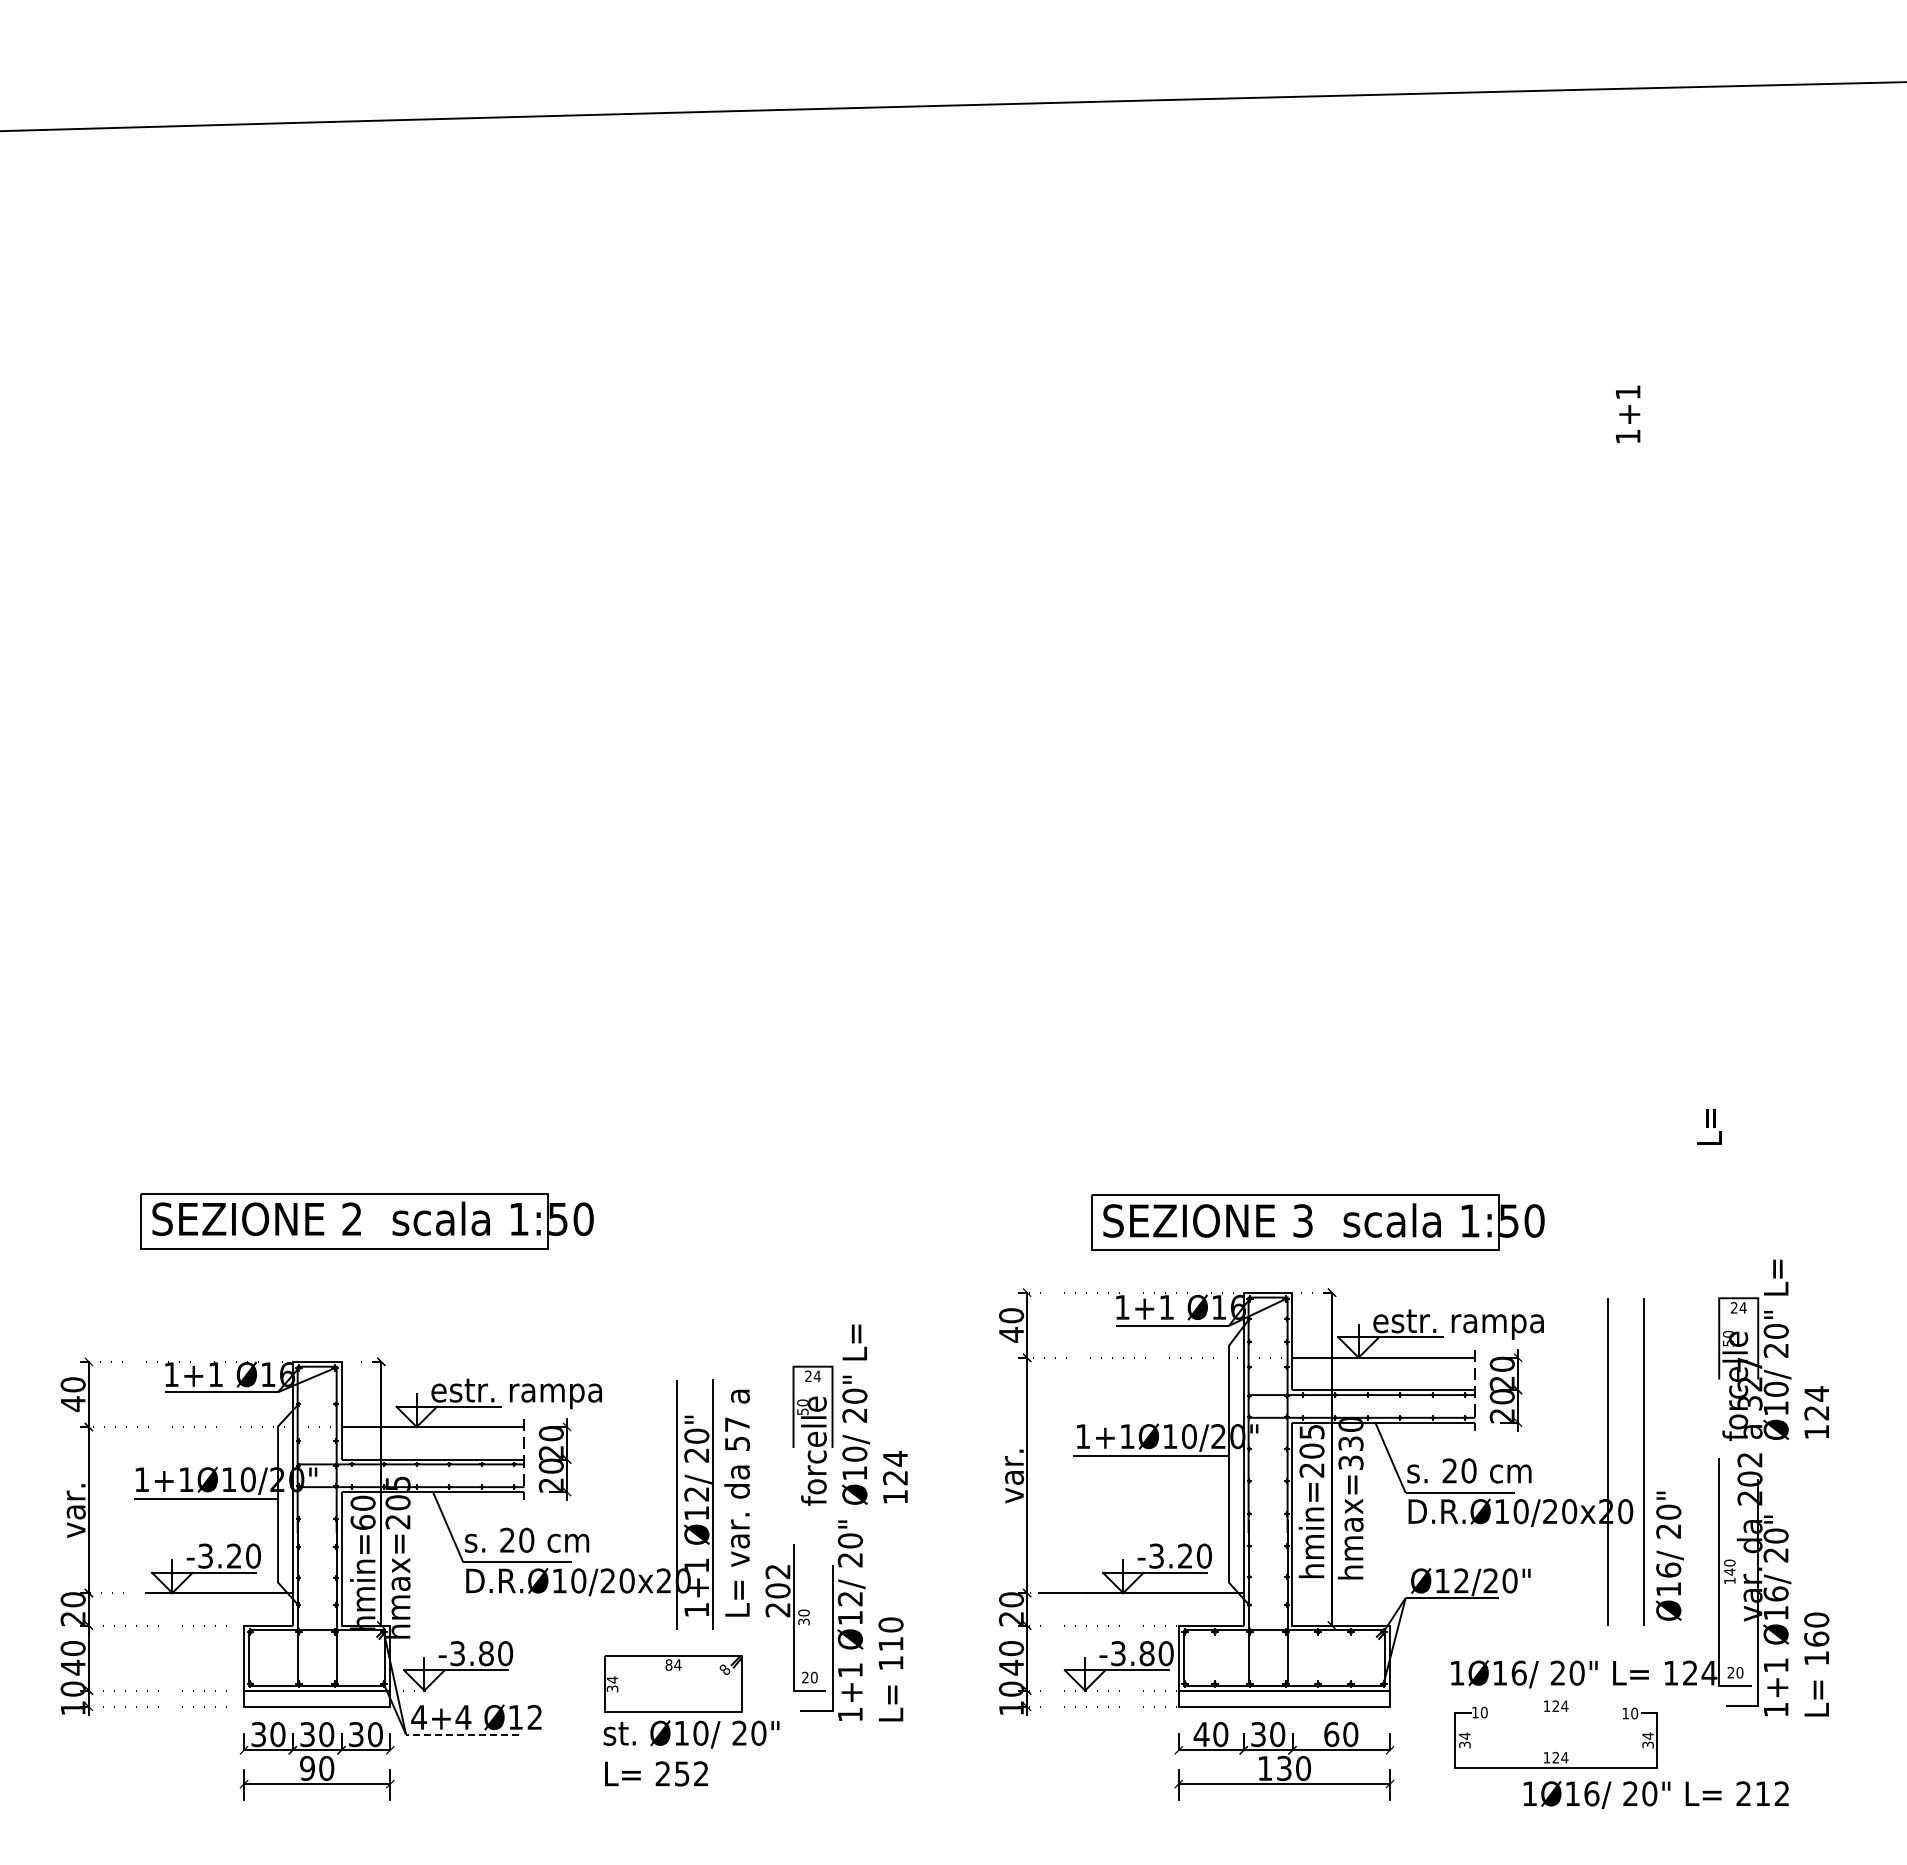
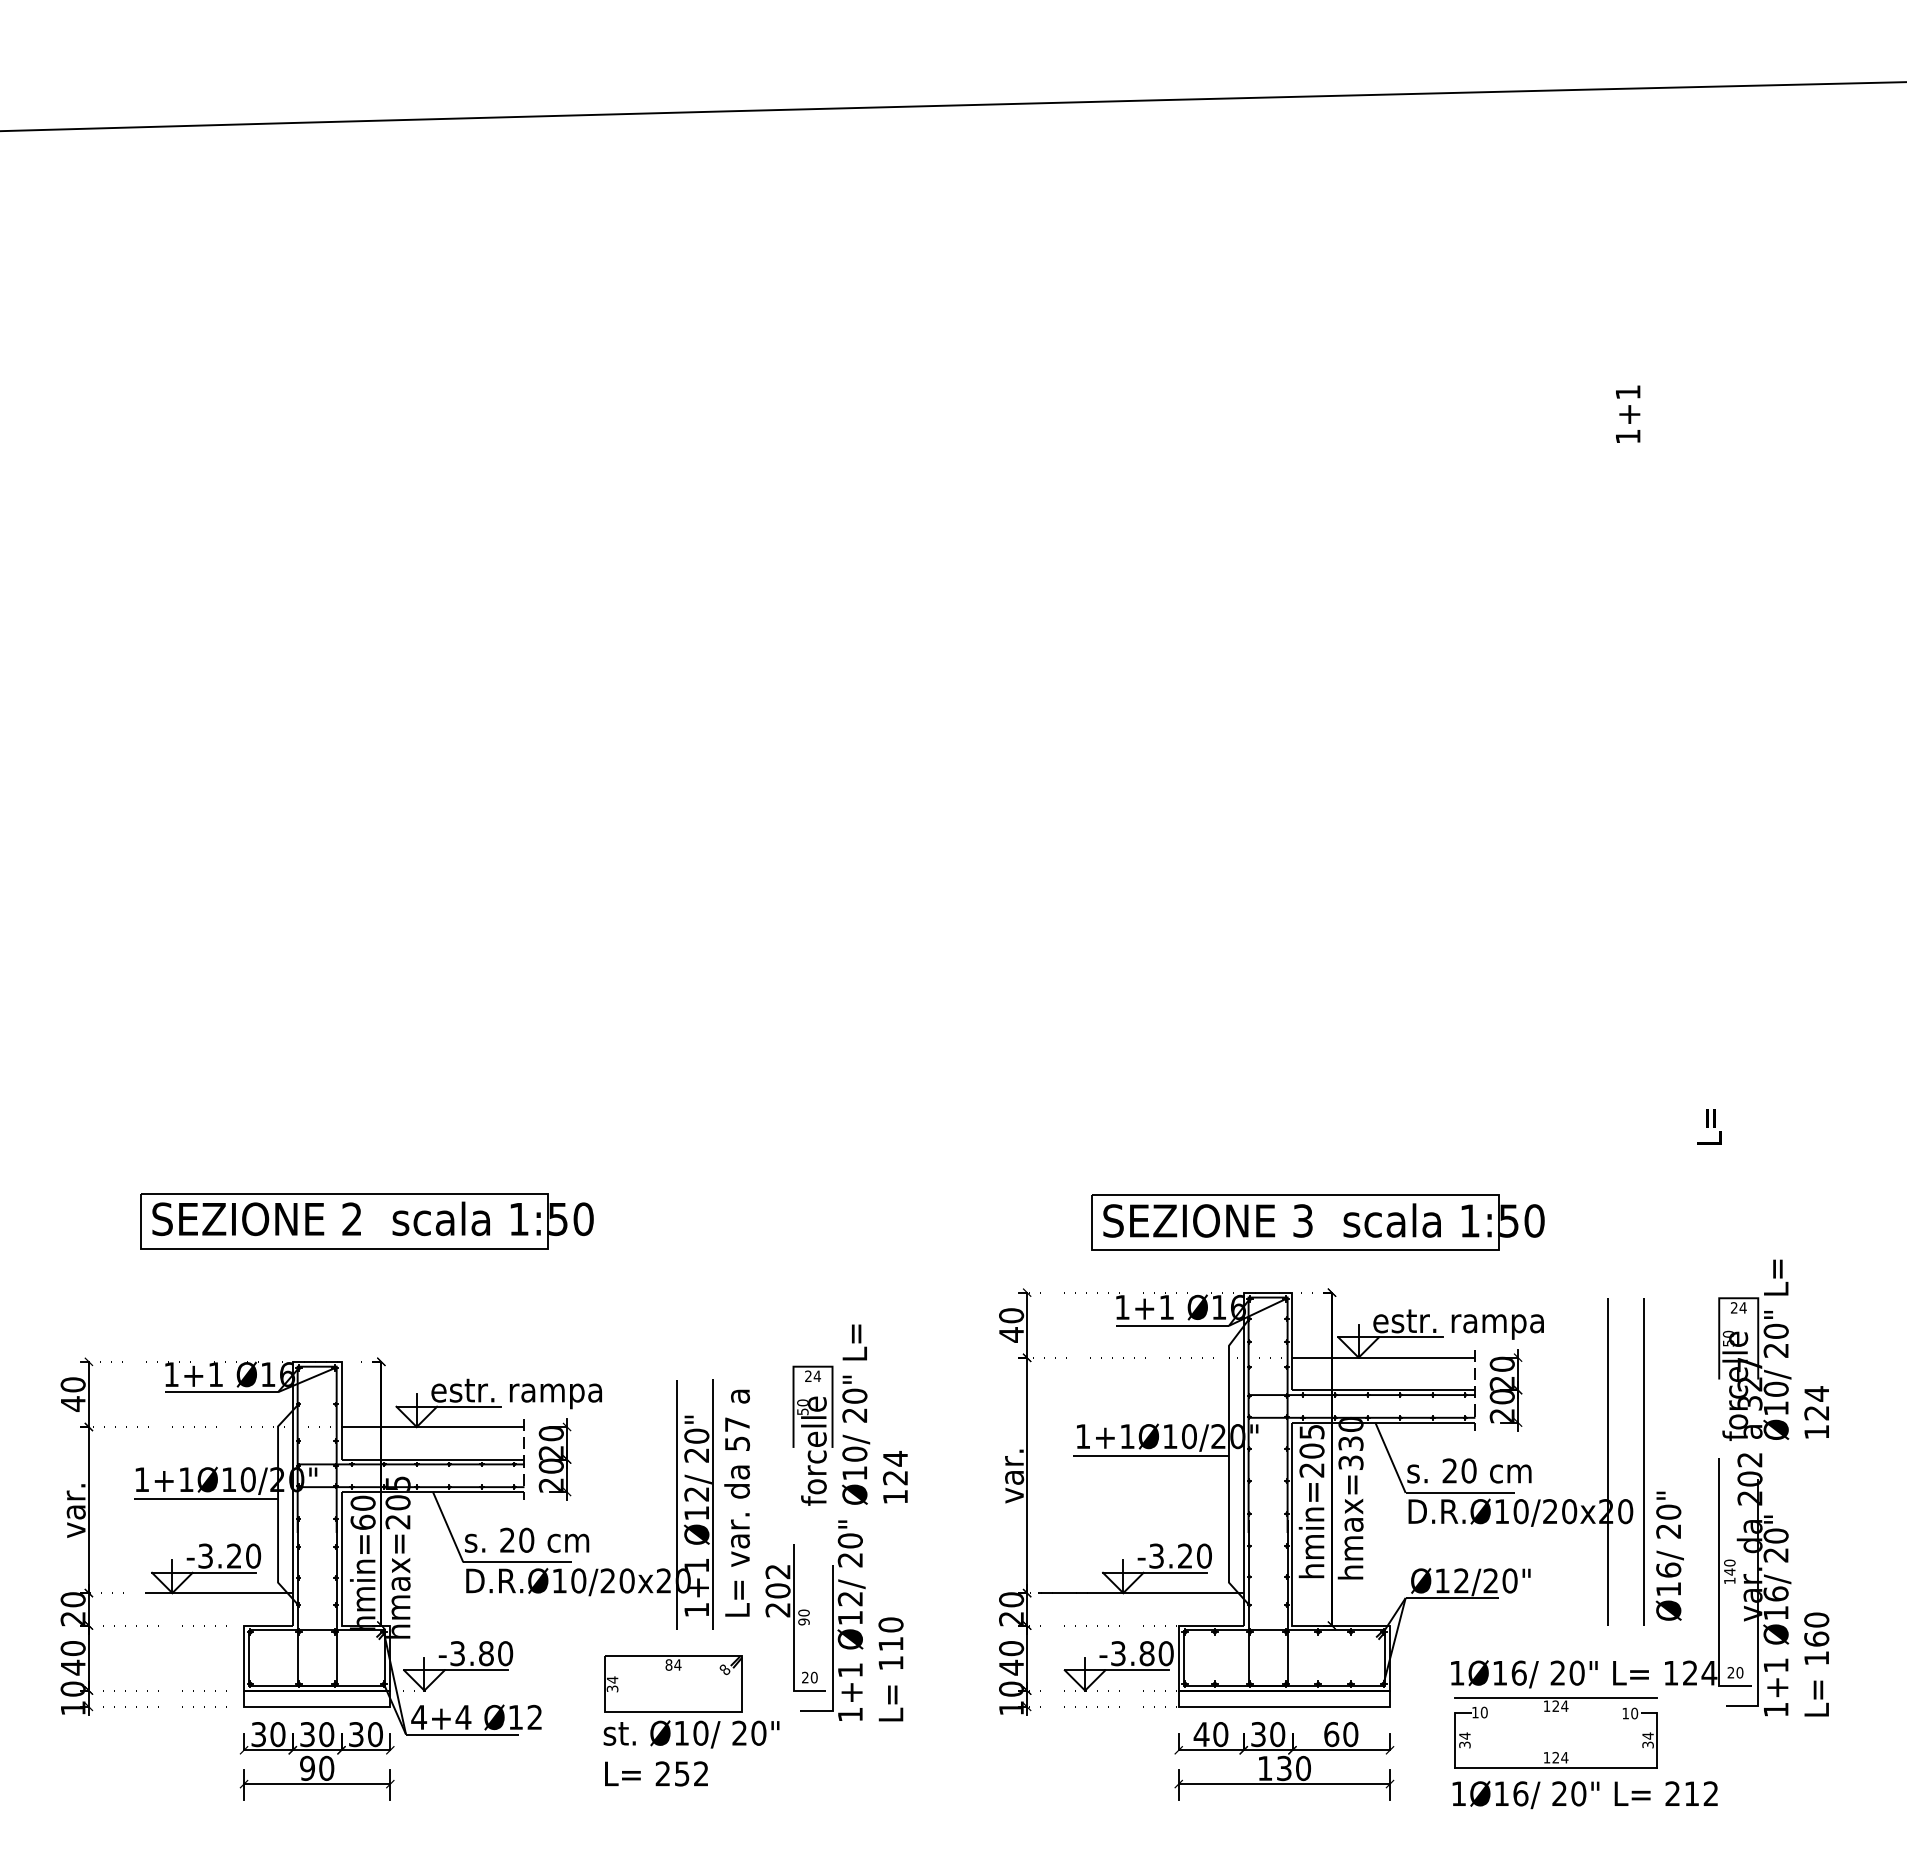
text at (803, 1621): 30 -> 90
line at (1555, 1697): none -> present
line at (461, 1734): dashed -> solid
text at (1655, 1794) position: (1655, 1794) -> (1584, 1794)
